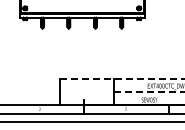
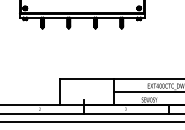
line at (122, 79): dashed -> solid
line at (149, 92): dashed -> solid
